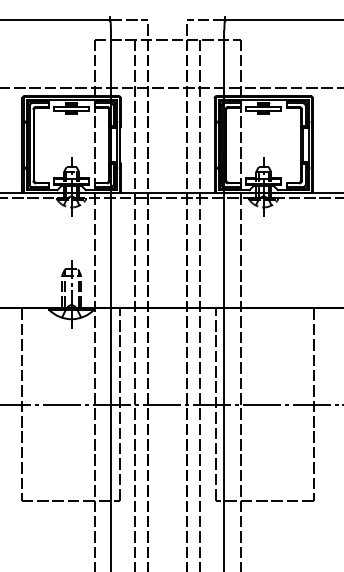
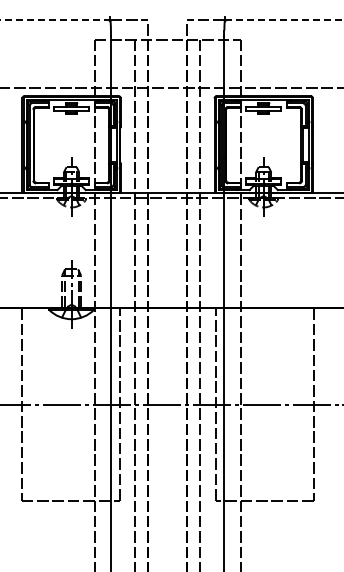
line at (55, 20): solid -> dashed
line at (284, 20): solid -> dashed
